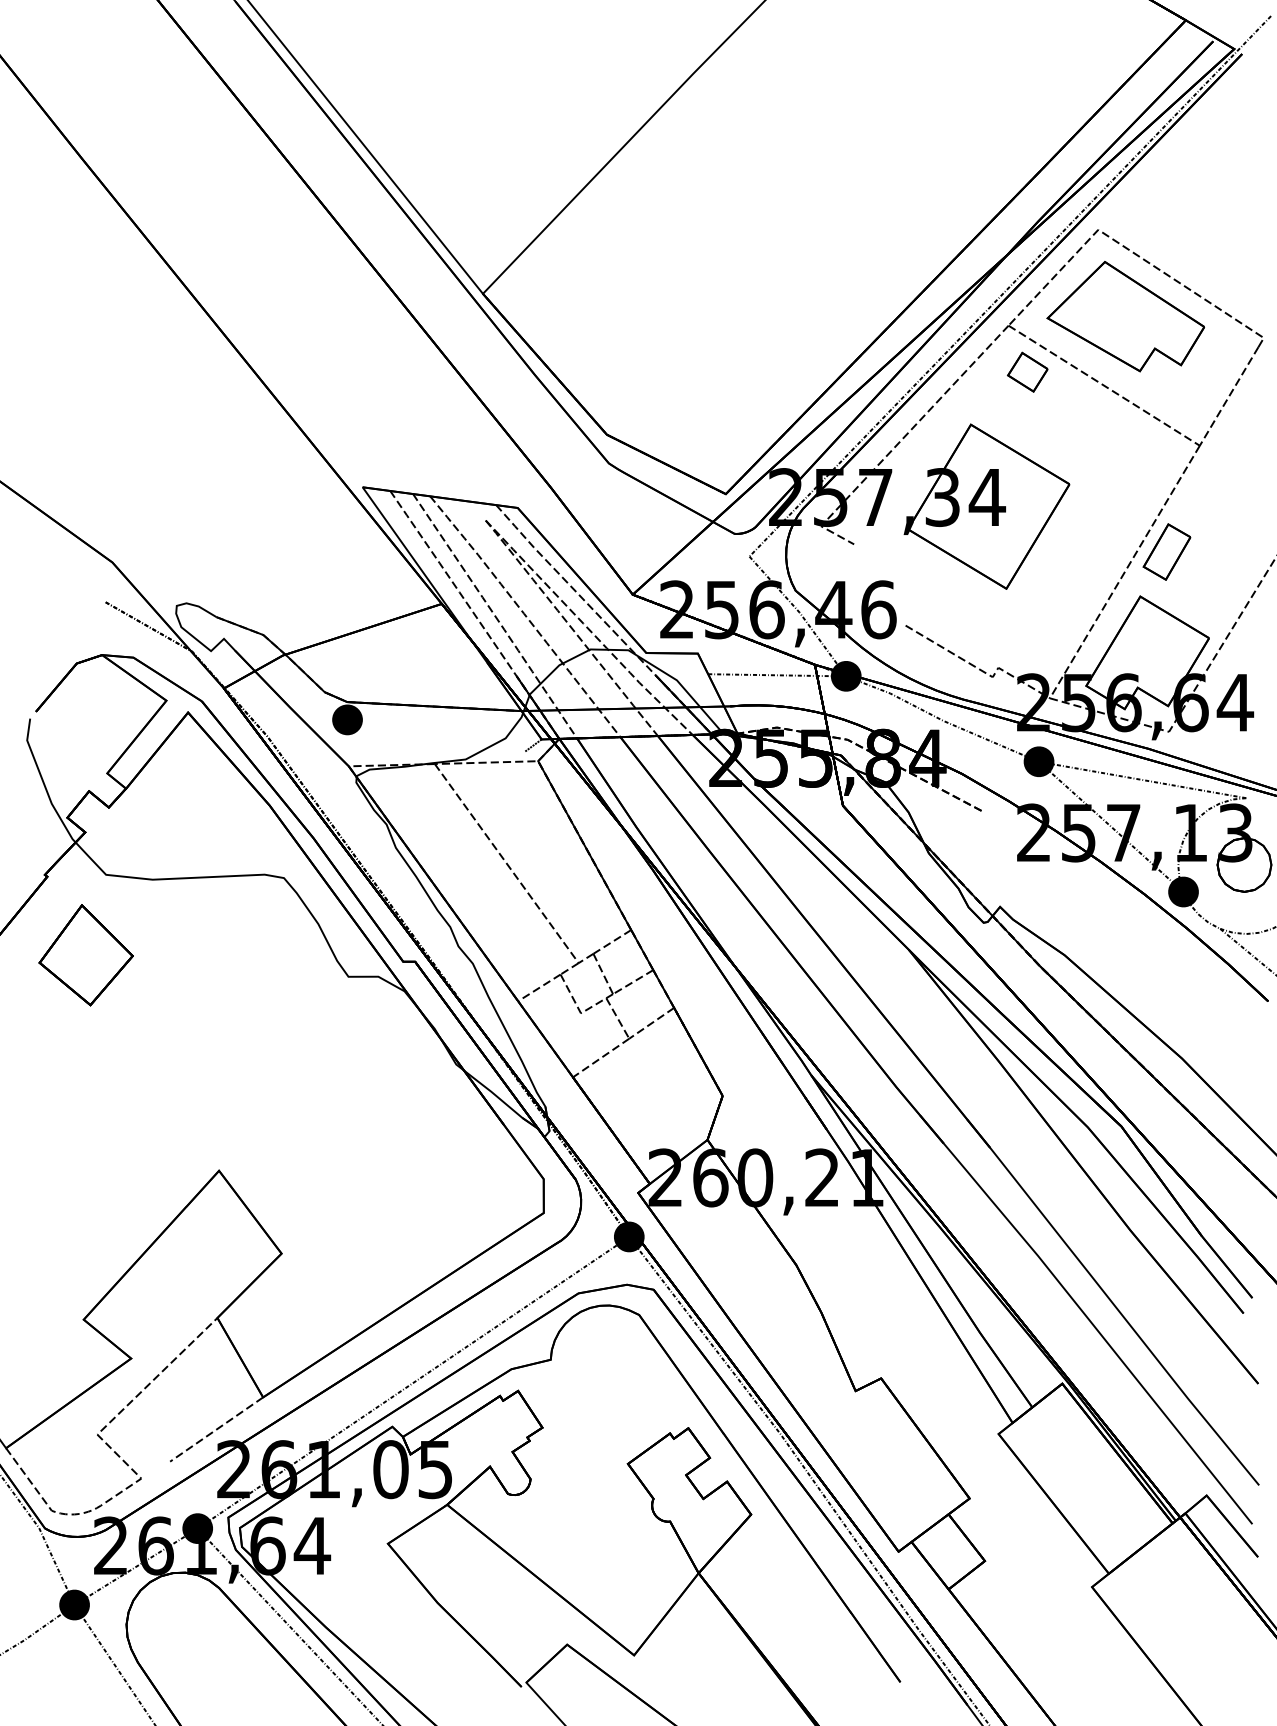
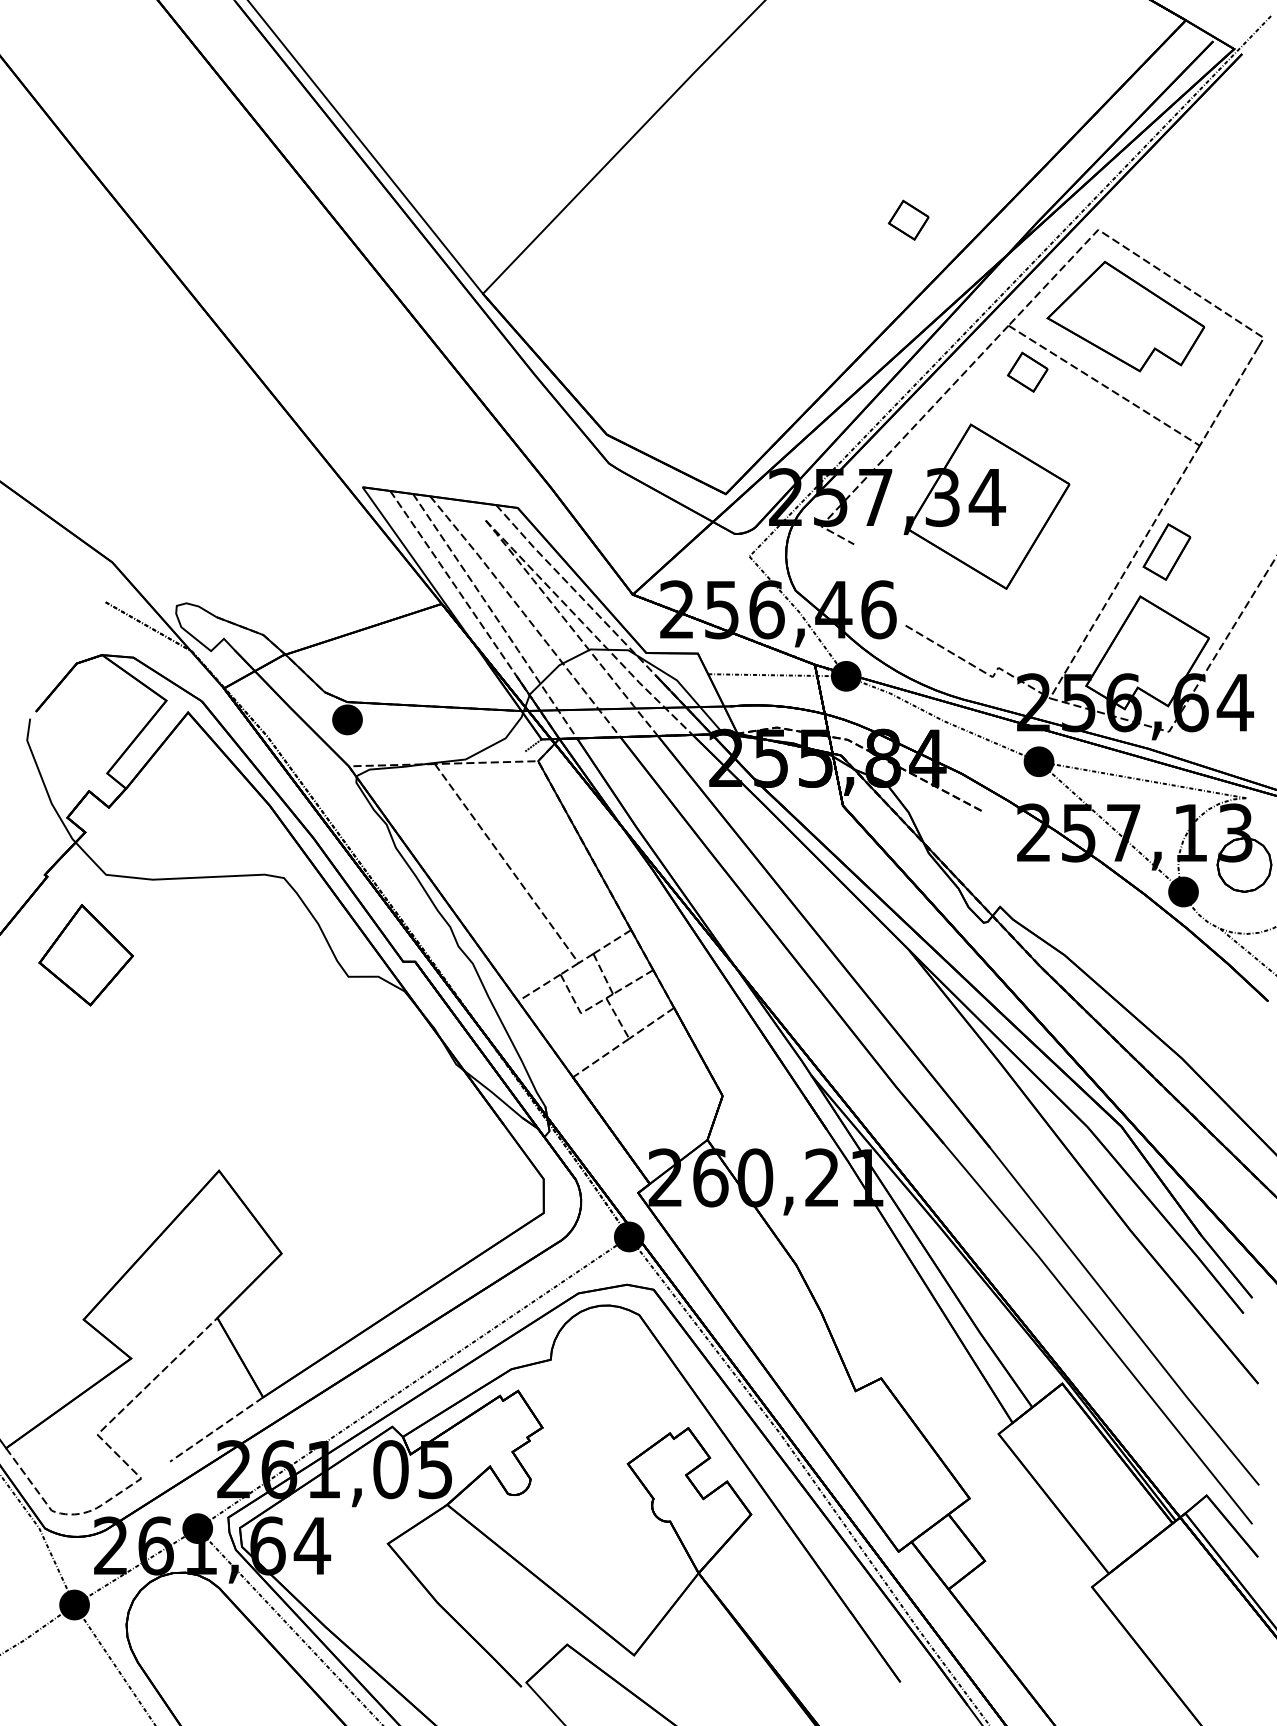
part at (908, 219): none -> present
